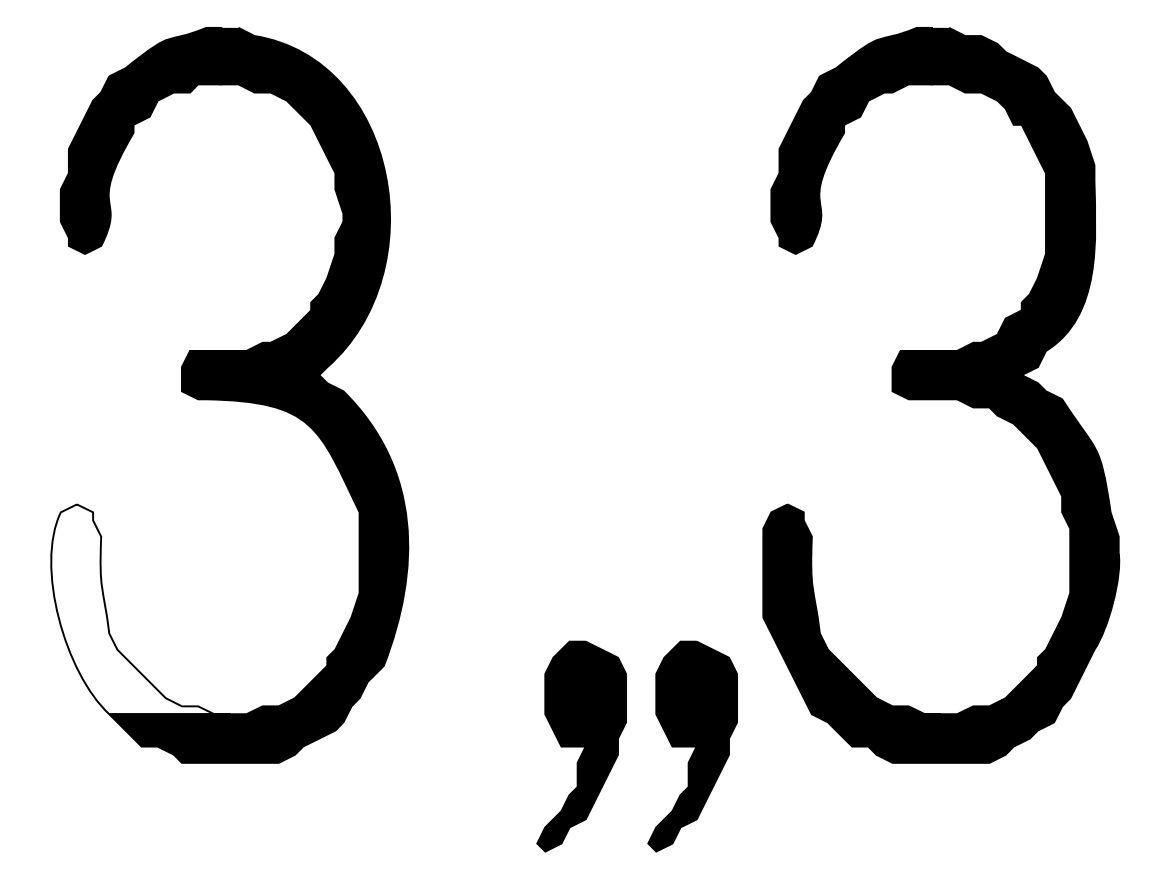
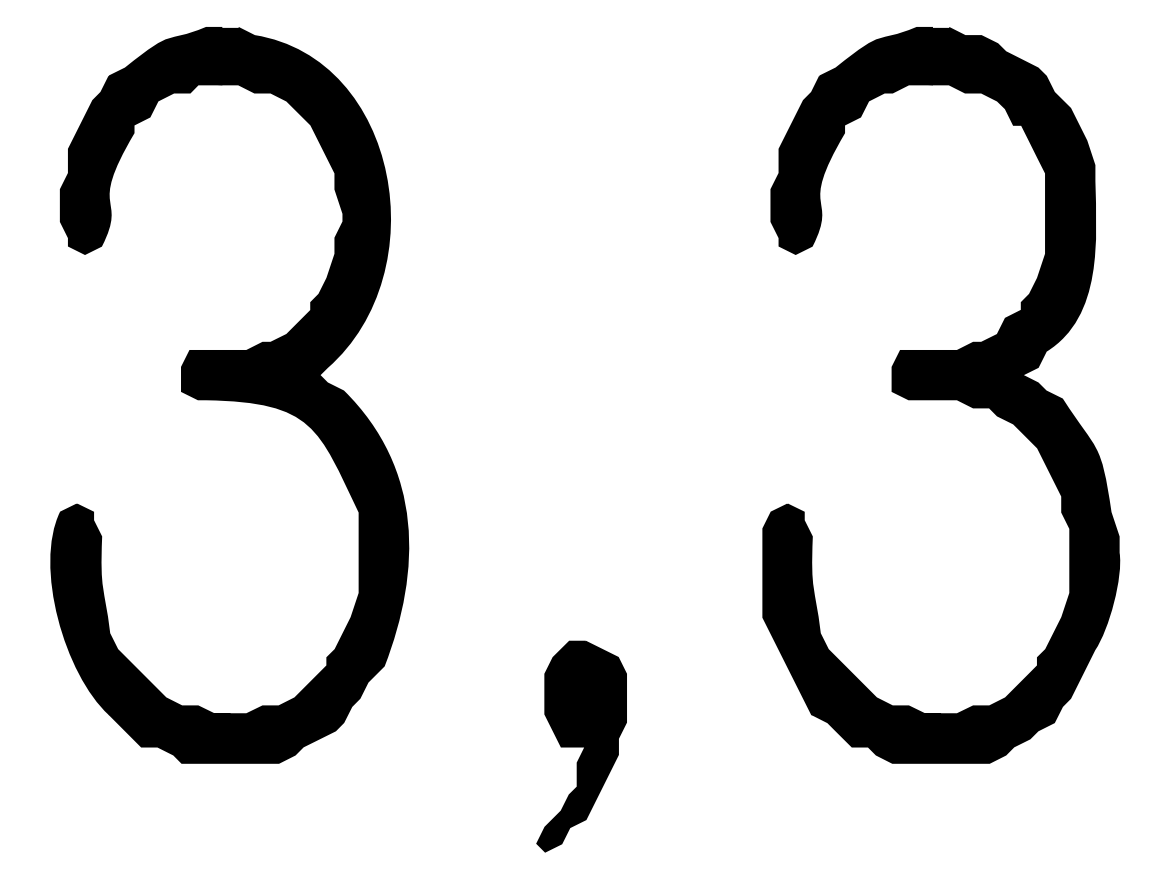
fill at (140, 609): none -> present
part at (692, 746): present -> none
